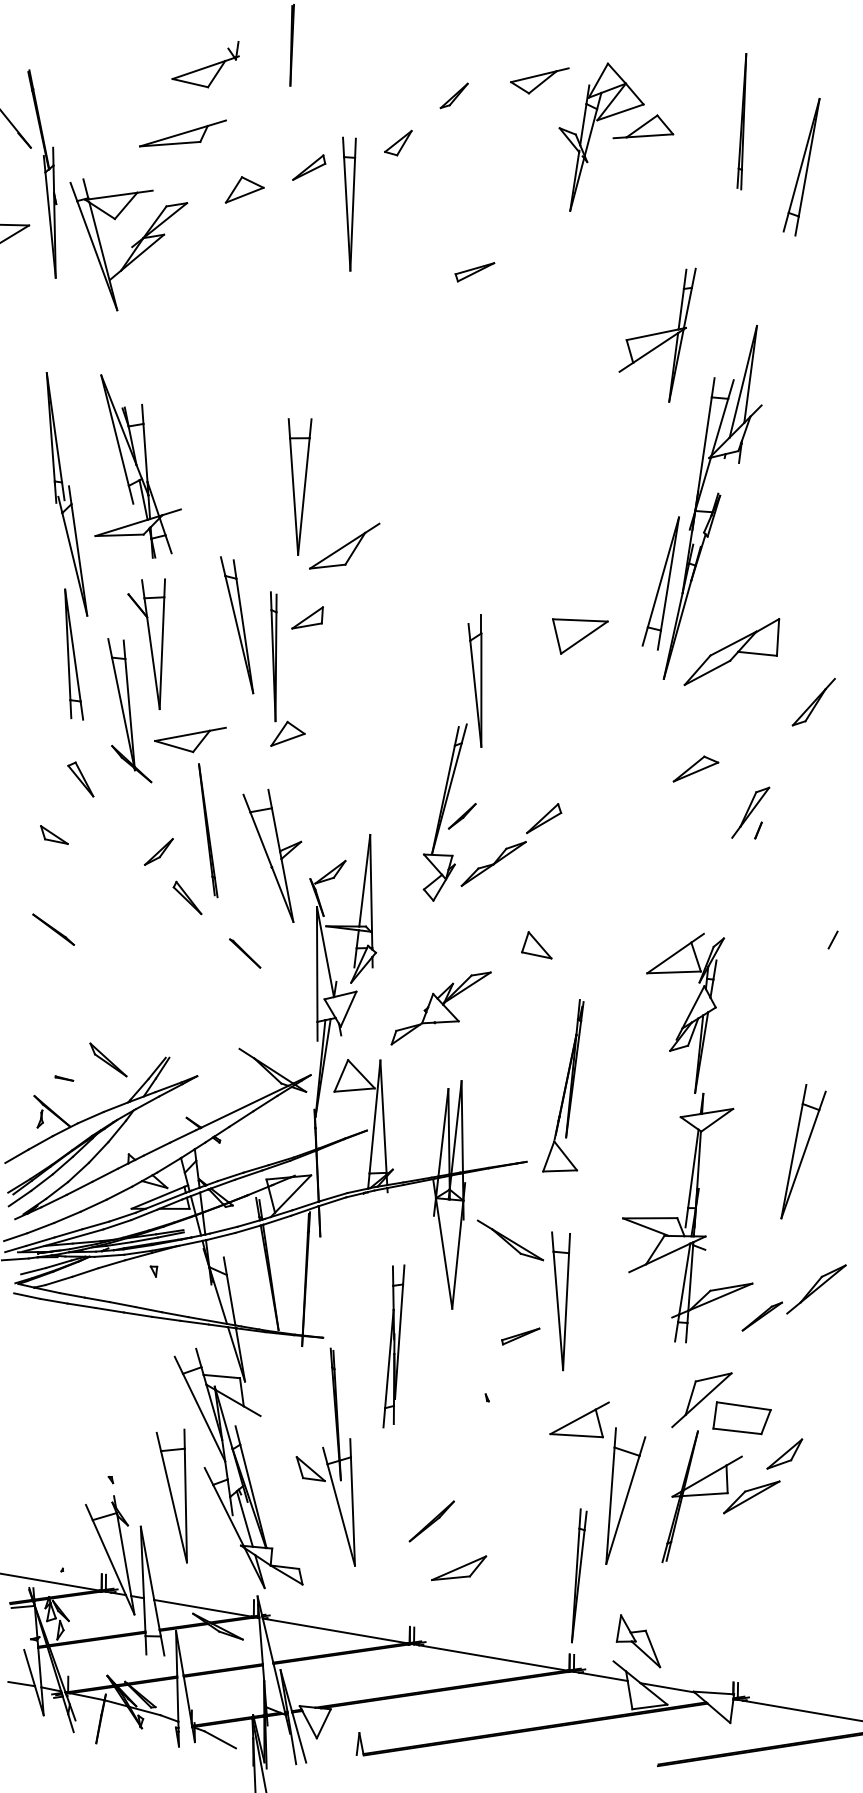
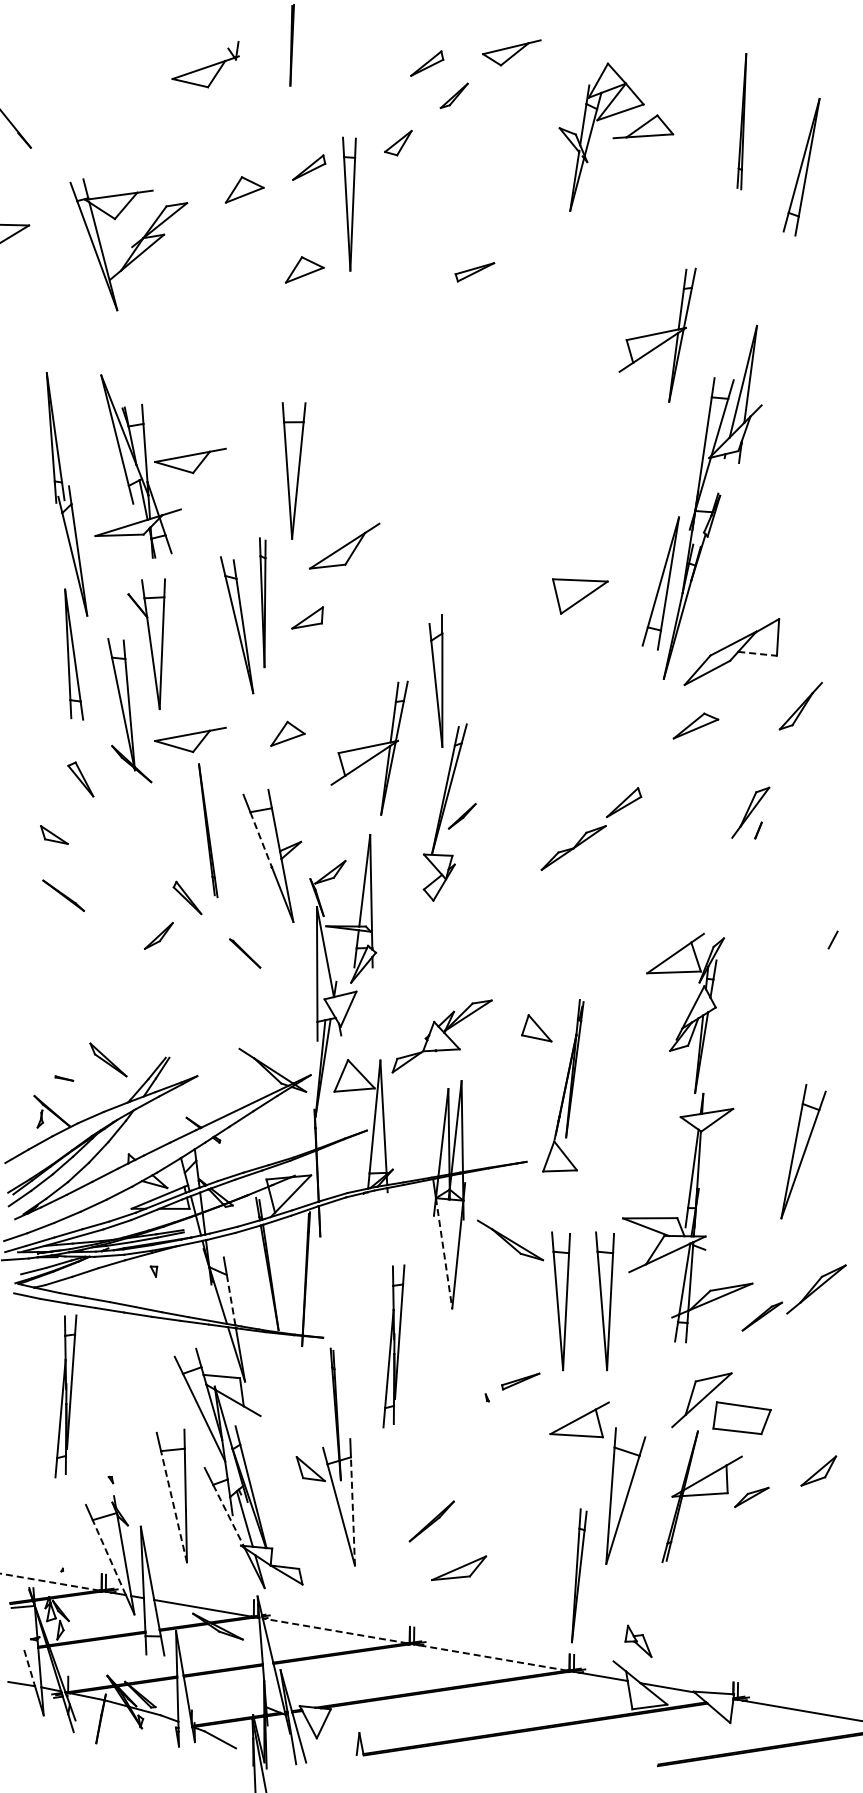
part at (427, 63): none -> present
part at (539, 80) position: (539, 80) -> (511, 52)
part at (182, 133): present -> none
part at (42, 173): present -> none
part at (304, 269): none -> present
part at (190, 460): none -> present
part at (299, 486) position: (299, 486) -> (293, 470)
part at (580, 636) position: (580, 636) -> (580, 596)
line at (758, 653): solid -> dashed
part at (273, 656) position: (273, 656) -> (262, 602)
part at (474, 680) position: (474, 680) -> (435, 680)
part at (813, 701) position: (813, 701) -> (800, 705)
part at (369, 747): none -> present
part at (695, 768) position: (695, 768) -> (695, 725)
line at (261, 839): solid -> dashed
part at (511, 844) position: (511, 844) -> (591, 828)
part at (158, 851) position: (158, 851) -> (158, 935)
line at (53, 929) position: (53, 929) -> (63, 895)
part at (536, 945) position: (536, 945) -> (536, 1028)
part at (440, 1008) position: (440, 1008) -> (441, 1036)
line at (444, 1253): solid -> dashed
line at (231, 1300): solid -> dashed
part at (604, 1301): none -> present
part at (520, 1336) position: (520, 1336) -> (520, 1381)
part at (65, 1396): none -> present
part at (784, 1453) position: (784, 1453) -> (818, 1470)
part at (751, 1497) size: 58x35 px -> 36x22 px
line at (173, 1506): solid -> dashed
line at (352, 1511): solid -> dashed
line at (228, 1515): solid -> dashed
line at (109, 1557): solid -> dashed
line at (49, 1582): solid -> dashed
line at (334, 1630): solid -> dashed
part at (638, 1641) size: 47x55 px -> 29x34 px
line at (492, 1657): solid -> dashed
line at (29, 1668): solid -> dashed
